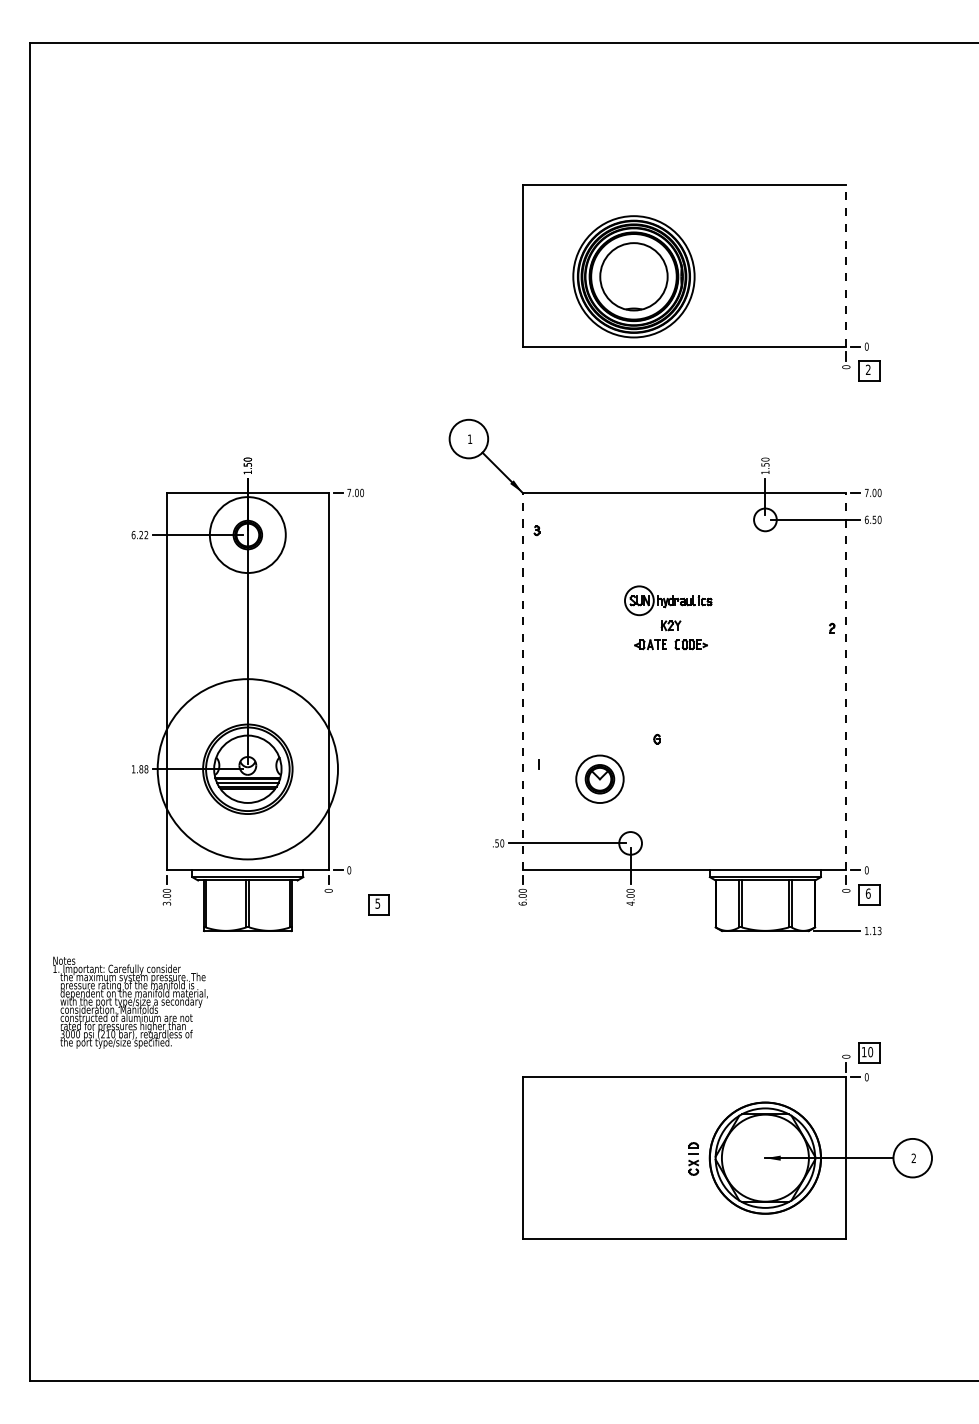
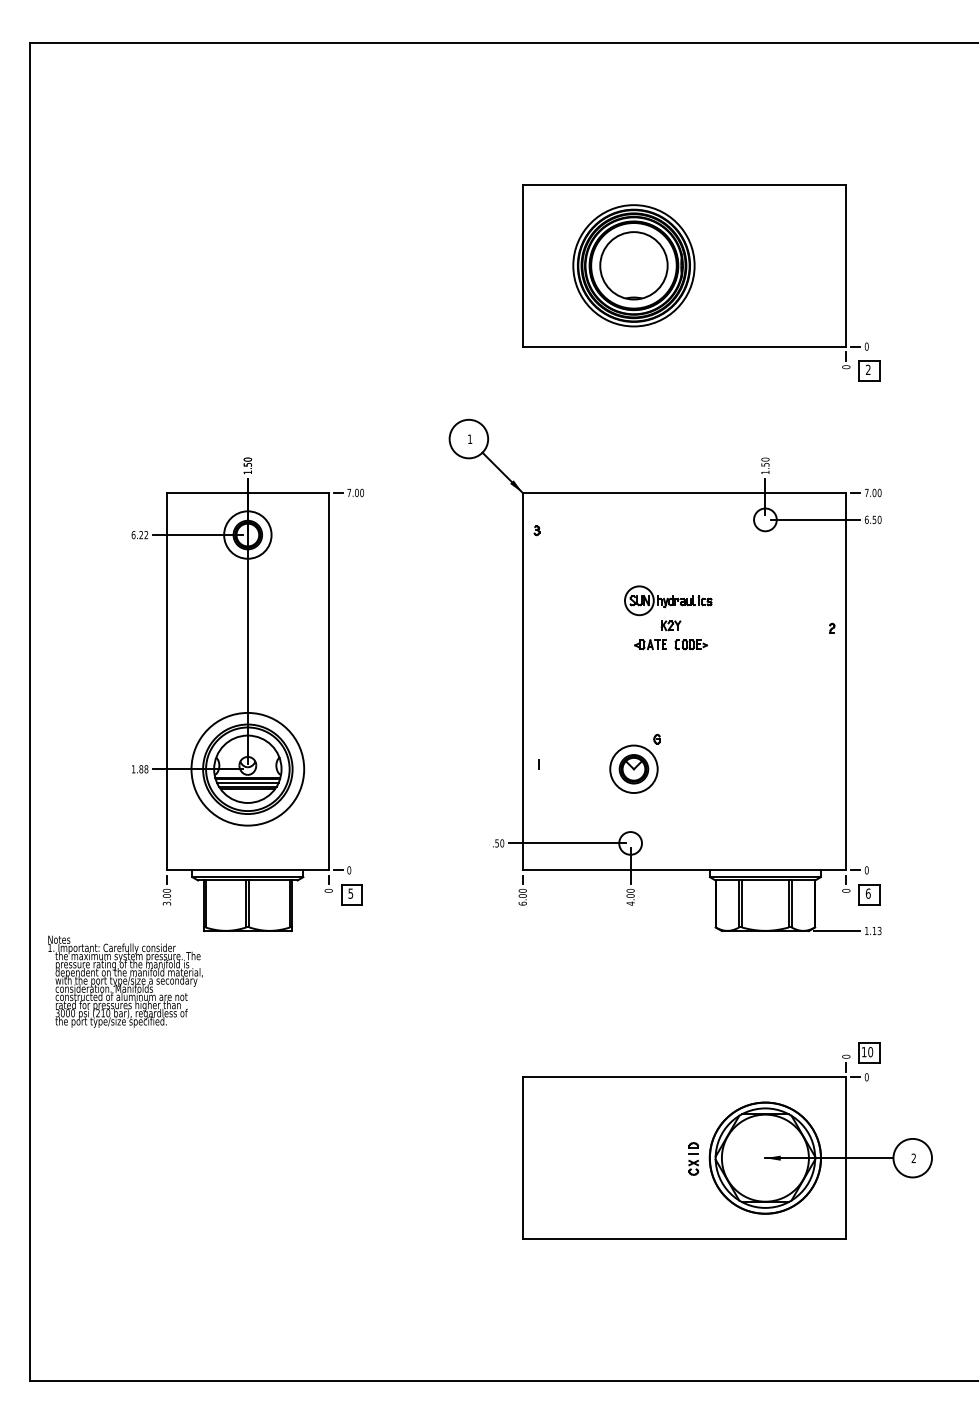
line at (846, 265): dashed -> solid
part at (633, 276) position: (633, 276) -> (633, 265)
circle at (247, 535) diameter: 76 px -> 47 px
line at (522, 681): dashed -> solid
line at (846, 681): dashed -> solid
circle at (247, 769) diameter: 180 px -> 113 px
part at (599, 778) position: (599, 778) -> (633, 768)
part at (378, 904) position: (378, 904) -> (351, 894)
text at (130, 1002) position: (130, 1002) -> (125, 981)
